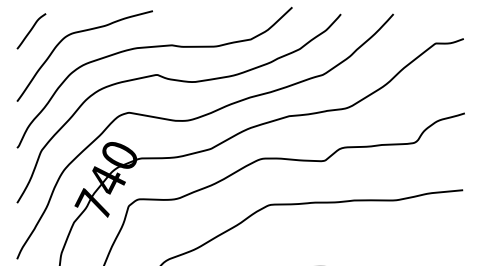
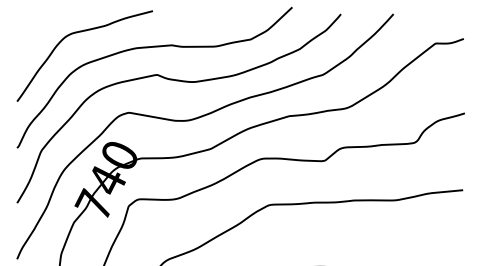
curve at (31, 31): present -> none
